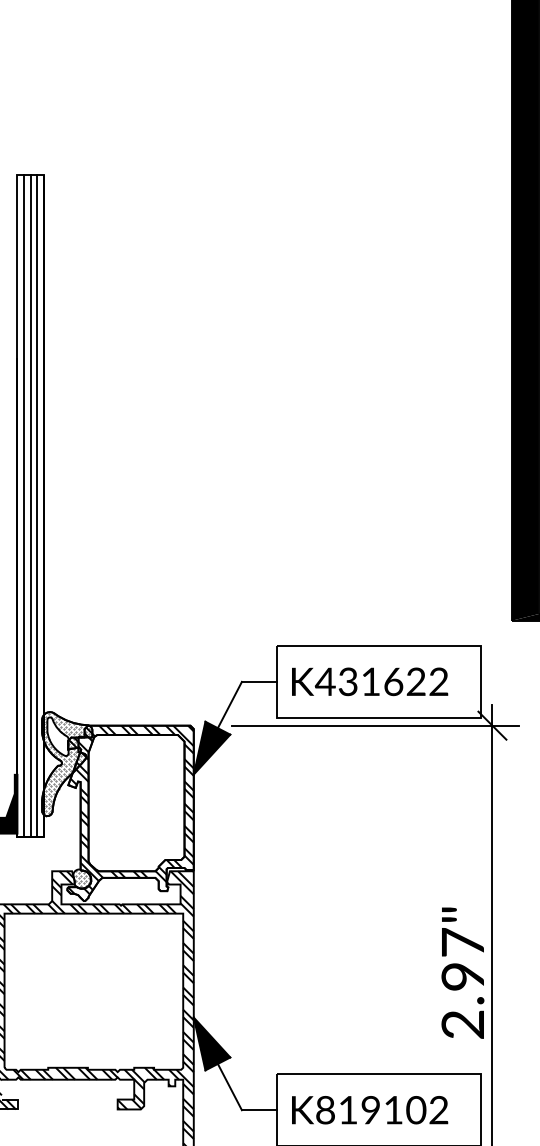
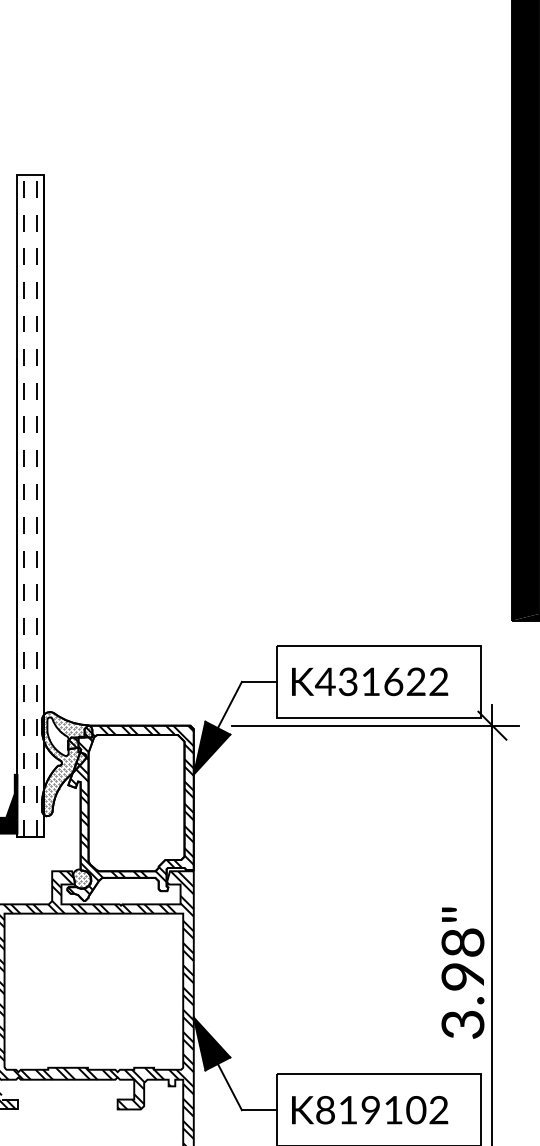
line at (24, 505): solid -> dashed
line at (30, 505): present -> none
line at (37, 505): solid -> dashed
text at (462, 983): 2.97" -> 3.98"
